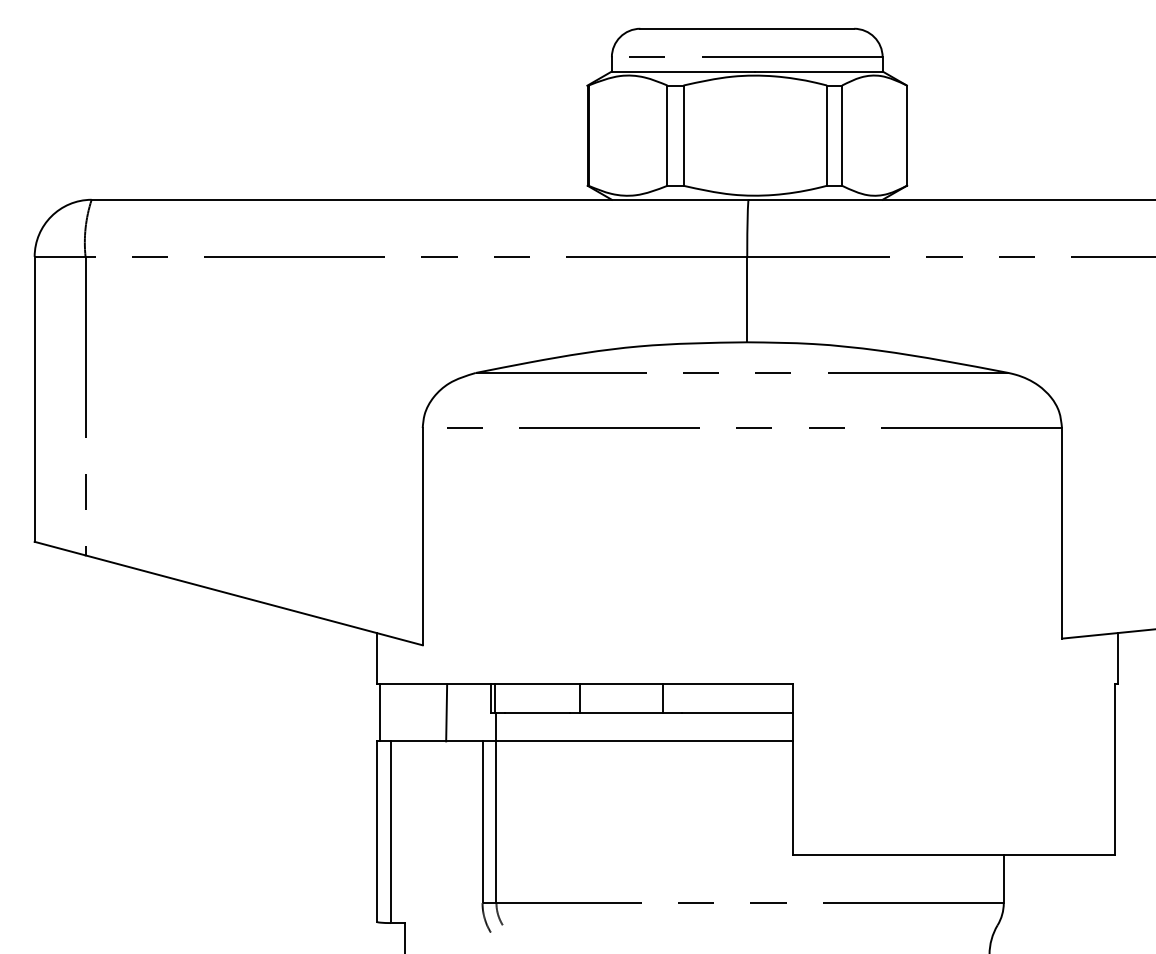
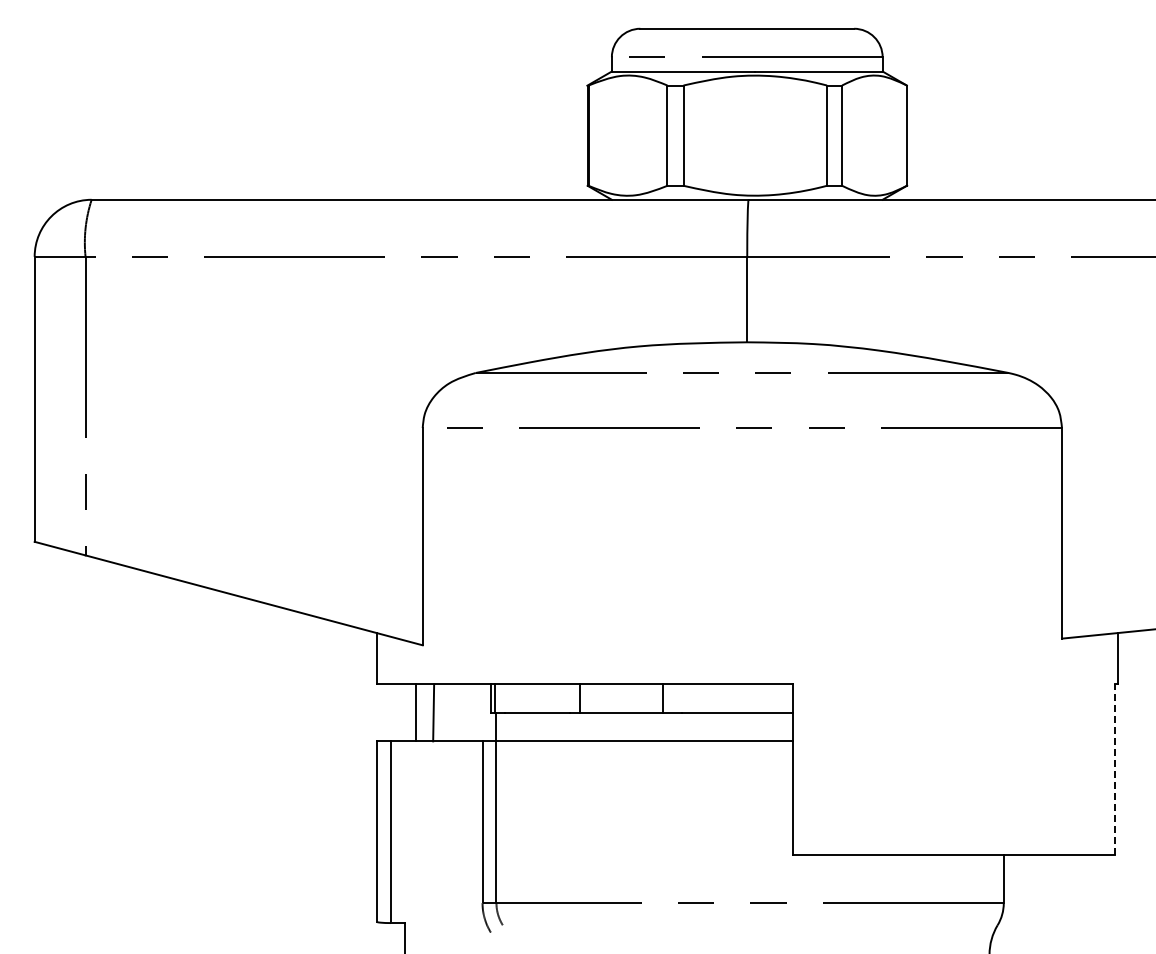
line at (379, 712) position: (379, 712) -> (415, 712)
line at (446, 712) position: (446, 712) -> (433, 712)
line at (1114, 769): solid -> dashed
